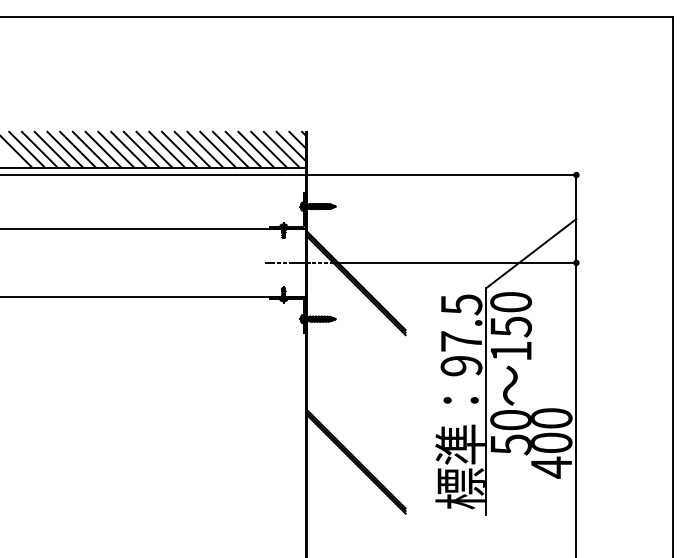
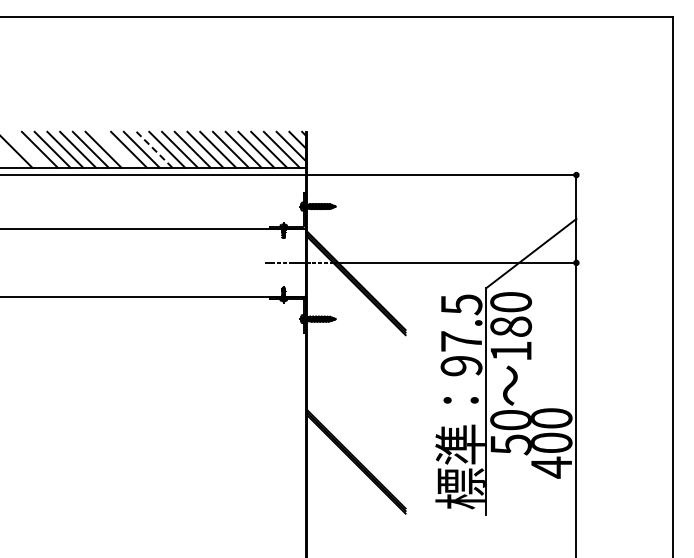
line at (27, 149): present -> none
line at (116, 149): present -> none
line at (154, 149): solid -> dashed
text at (510, 326): 150 -> 180
